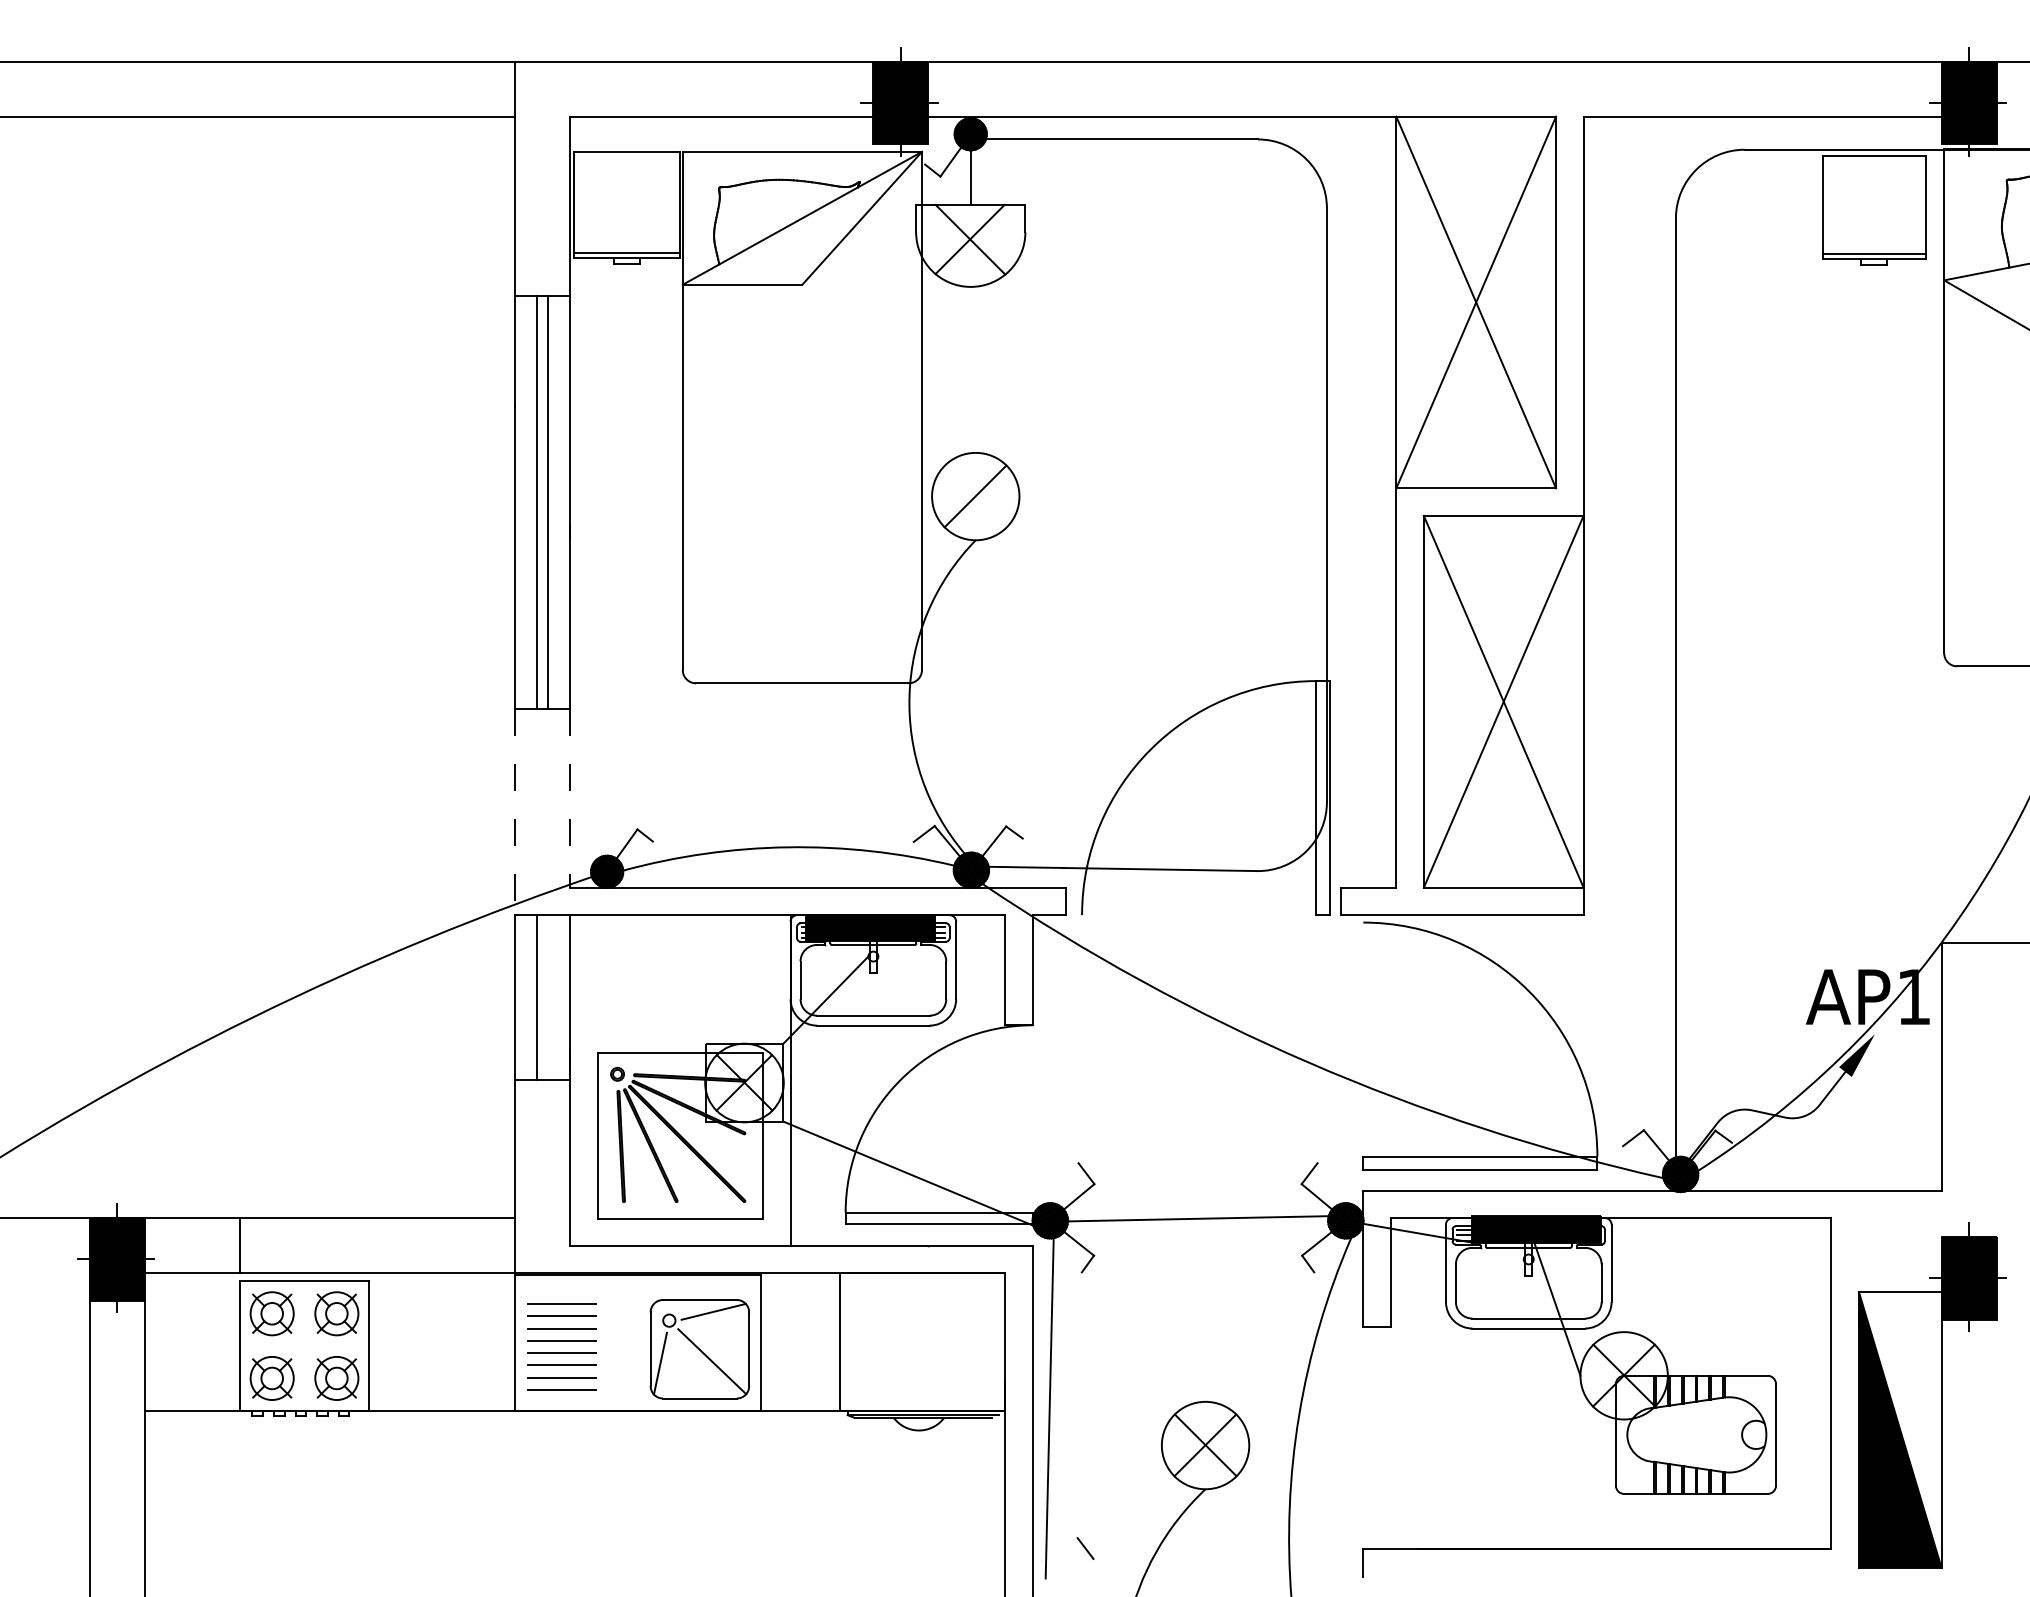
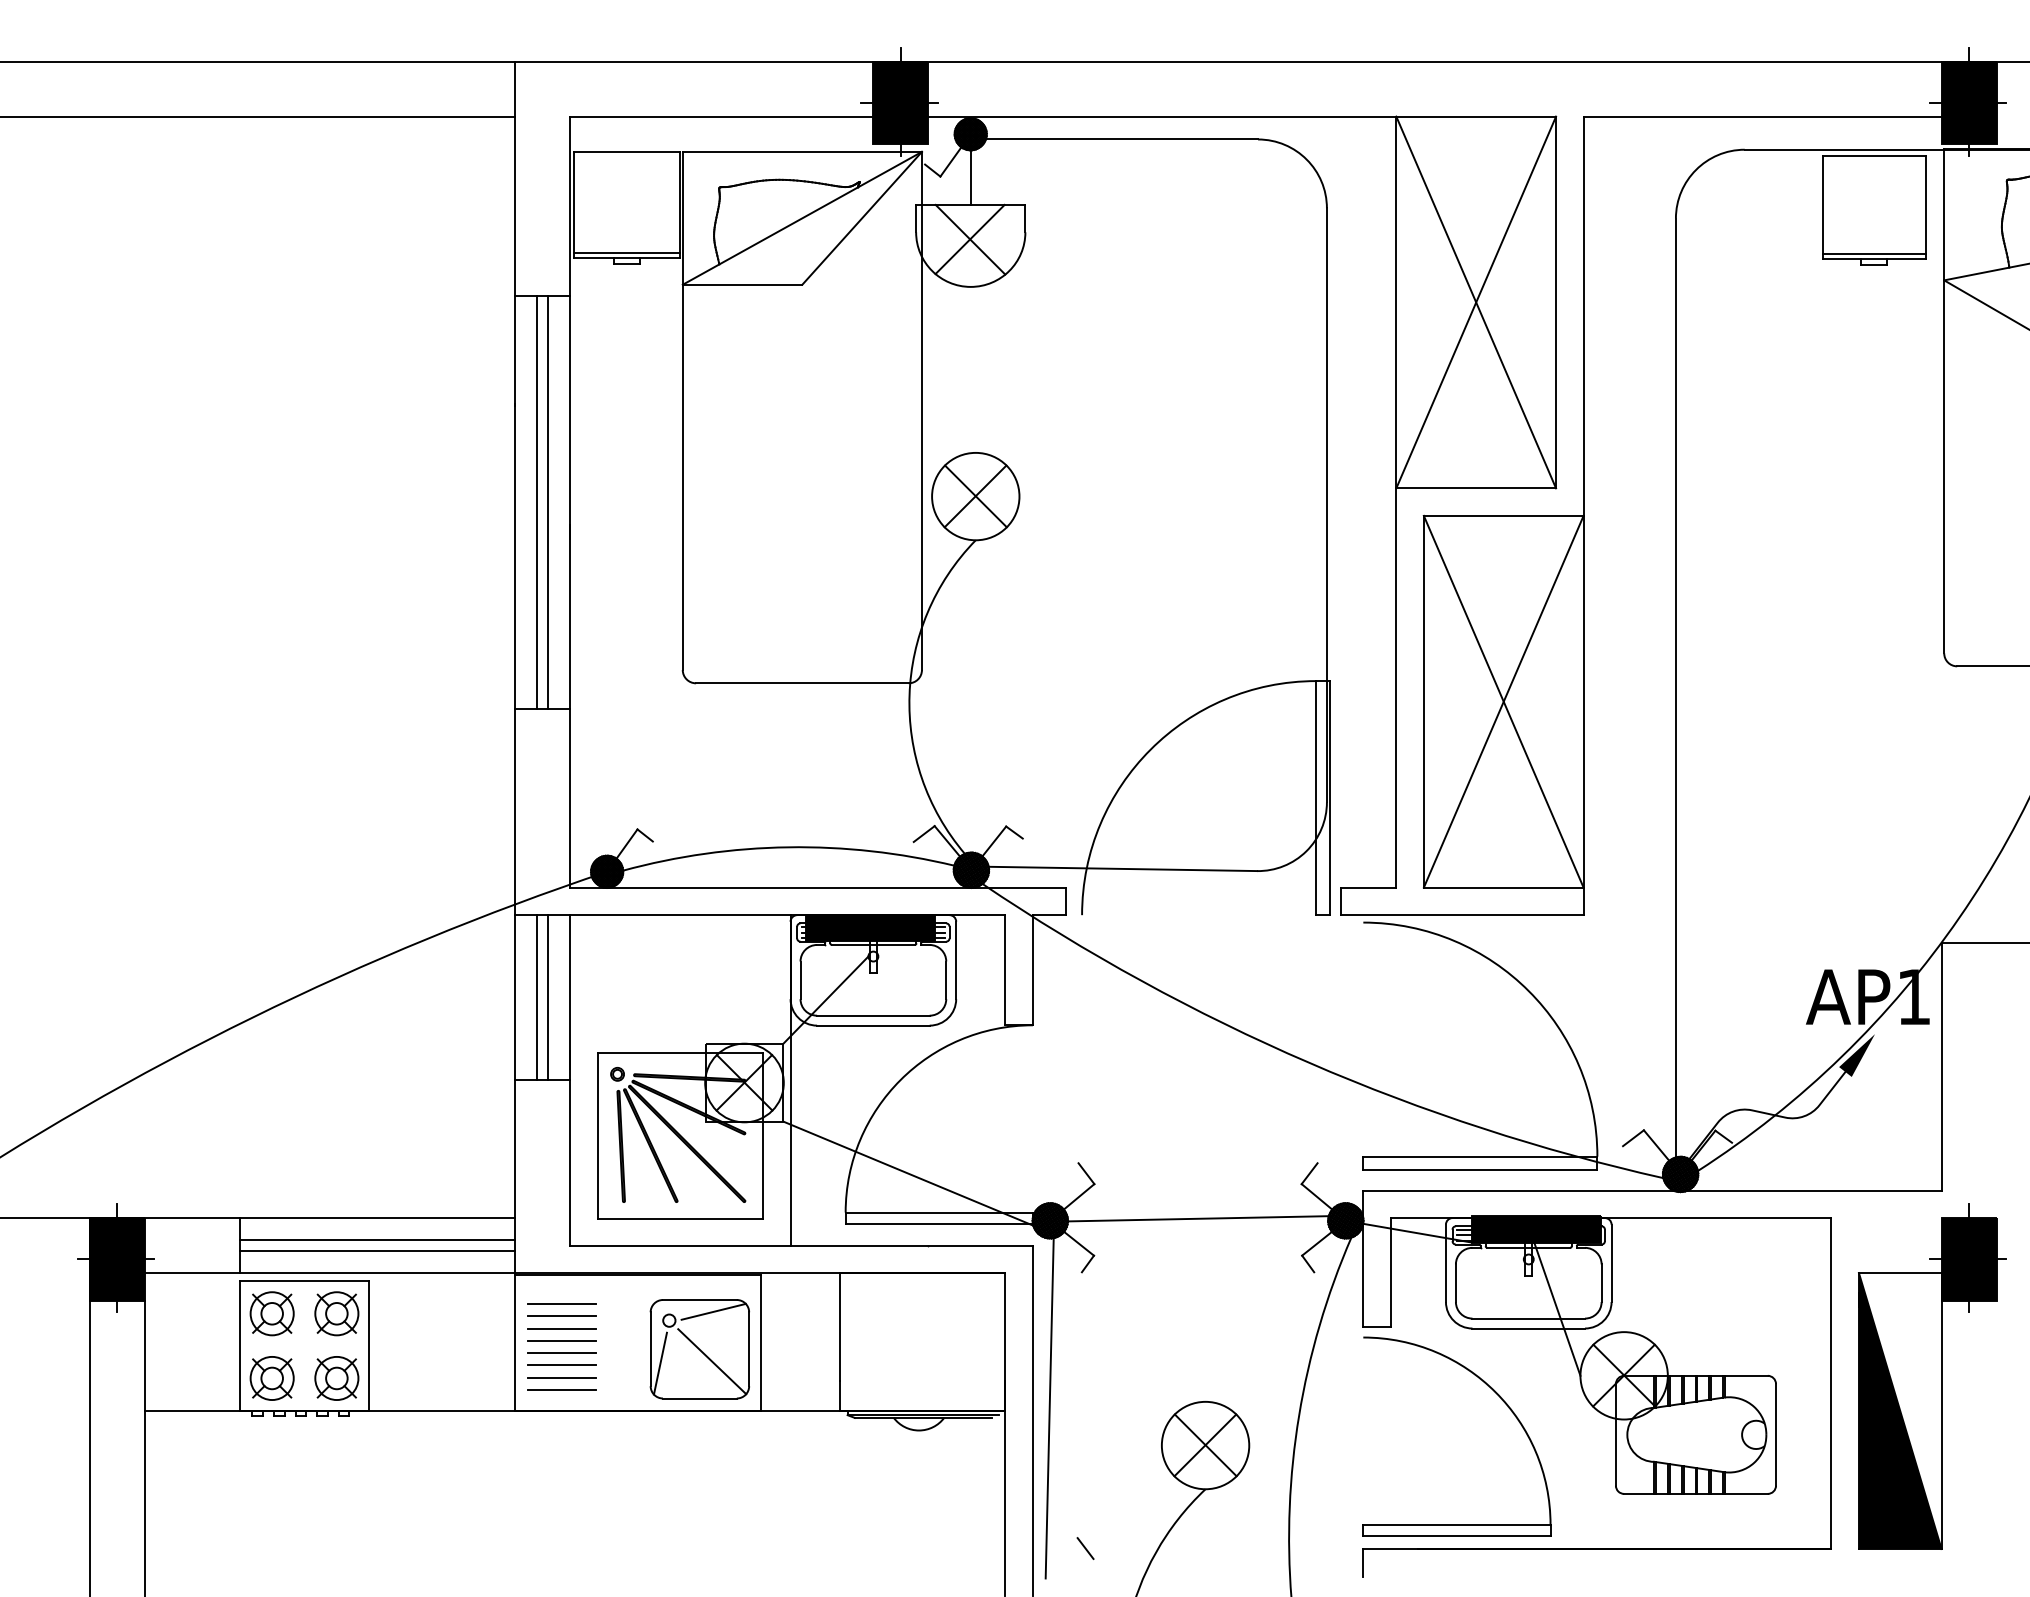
line at (975, 496): none -> present
line at (570, 798): dashed -> solid
line at (515, 812): dashed -> solid
line at (548, 997): none -> present
line at (377, 1240): none -> present
line at (377, 1251): none -> present
part at (1932, 1395) position: (1932, 1395) -> (1932, 1376)
part at (1502, 1401): none -> present
